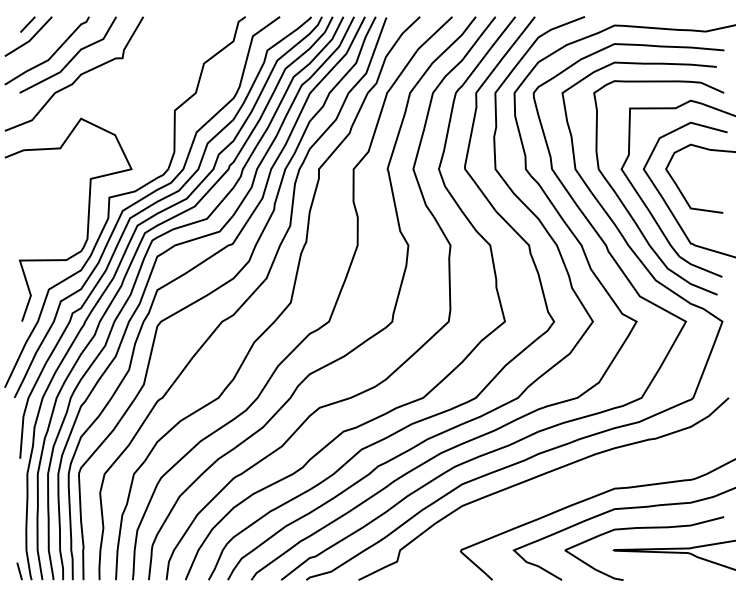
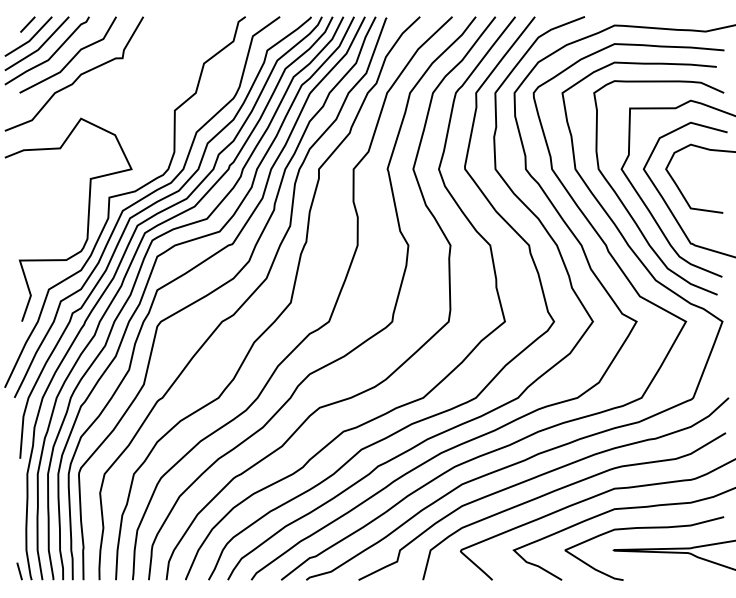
line at (40, 45): none -> present
curve at (564, 488): none -> present
